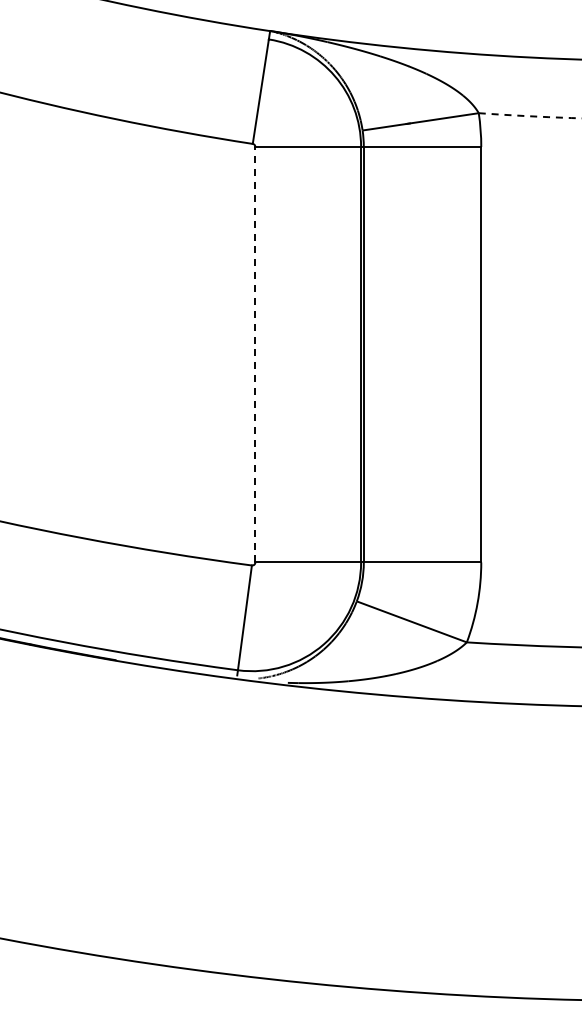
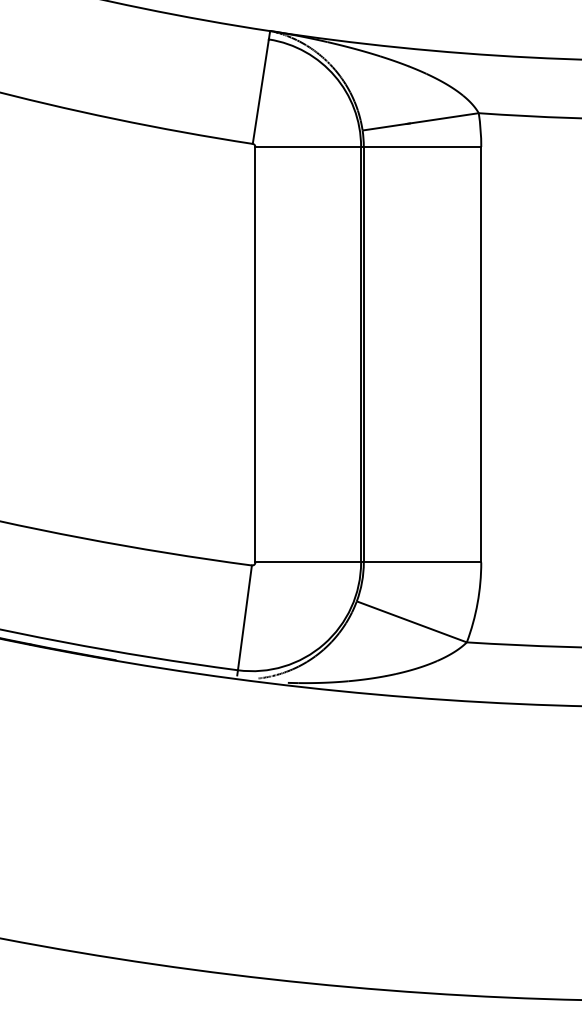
arc at (530, 116): dashed -> solid
line at (255, 354): dashed -> solid
